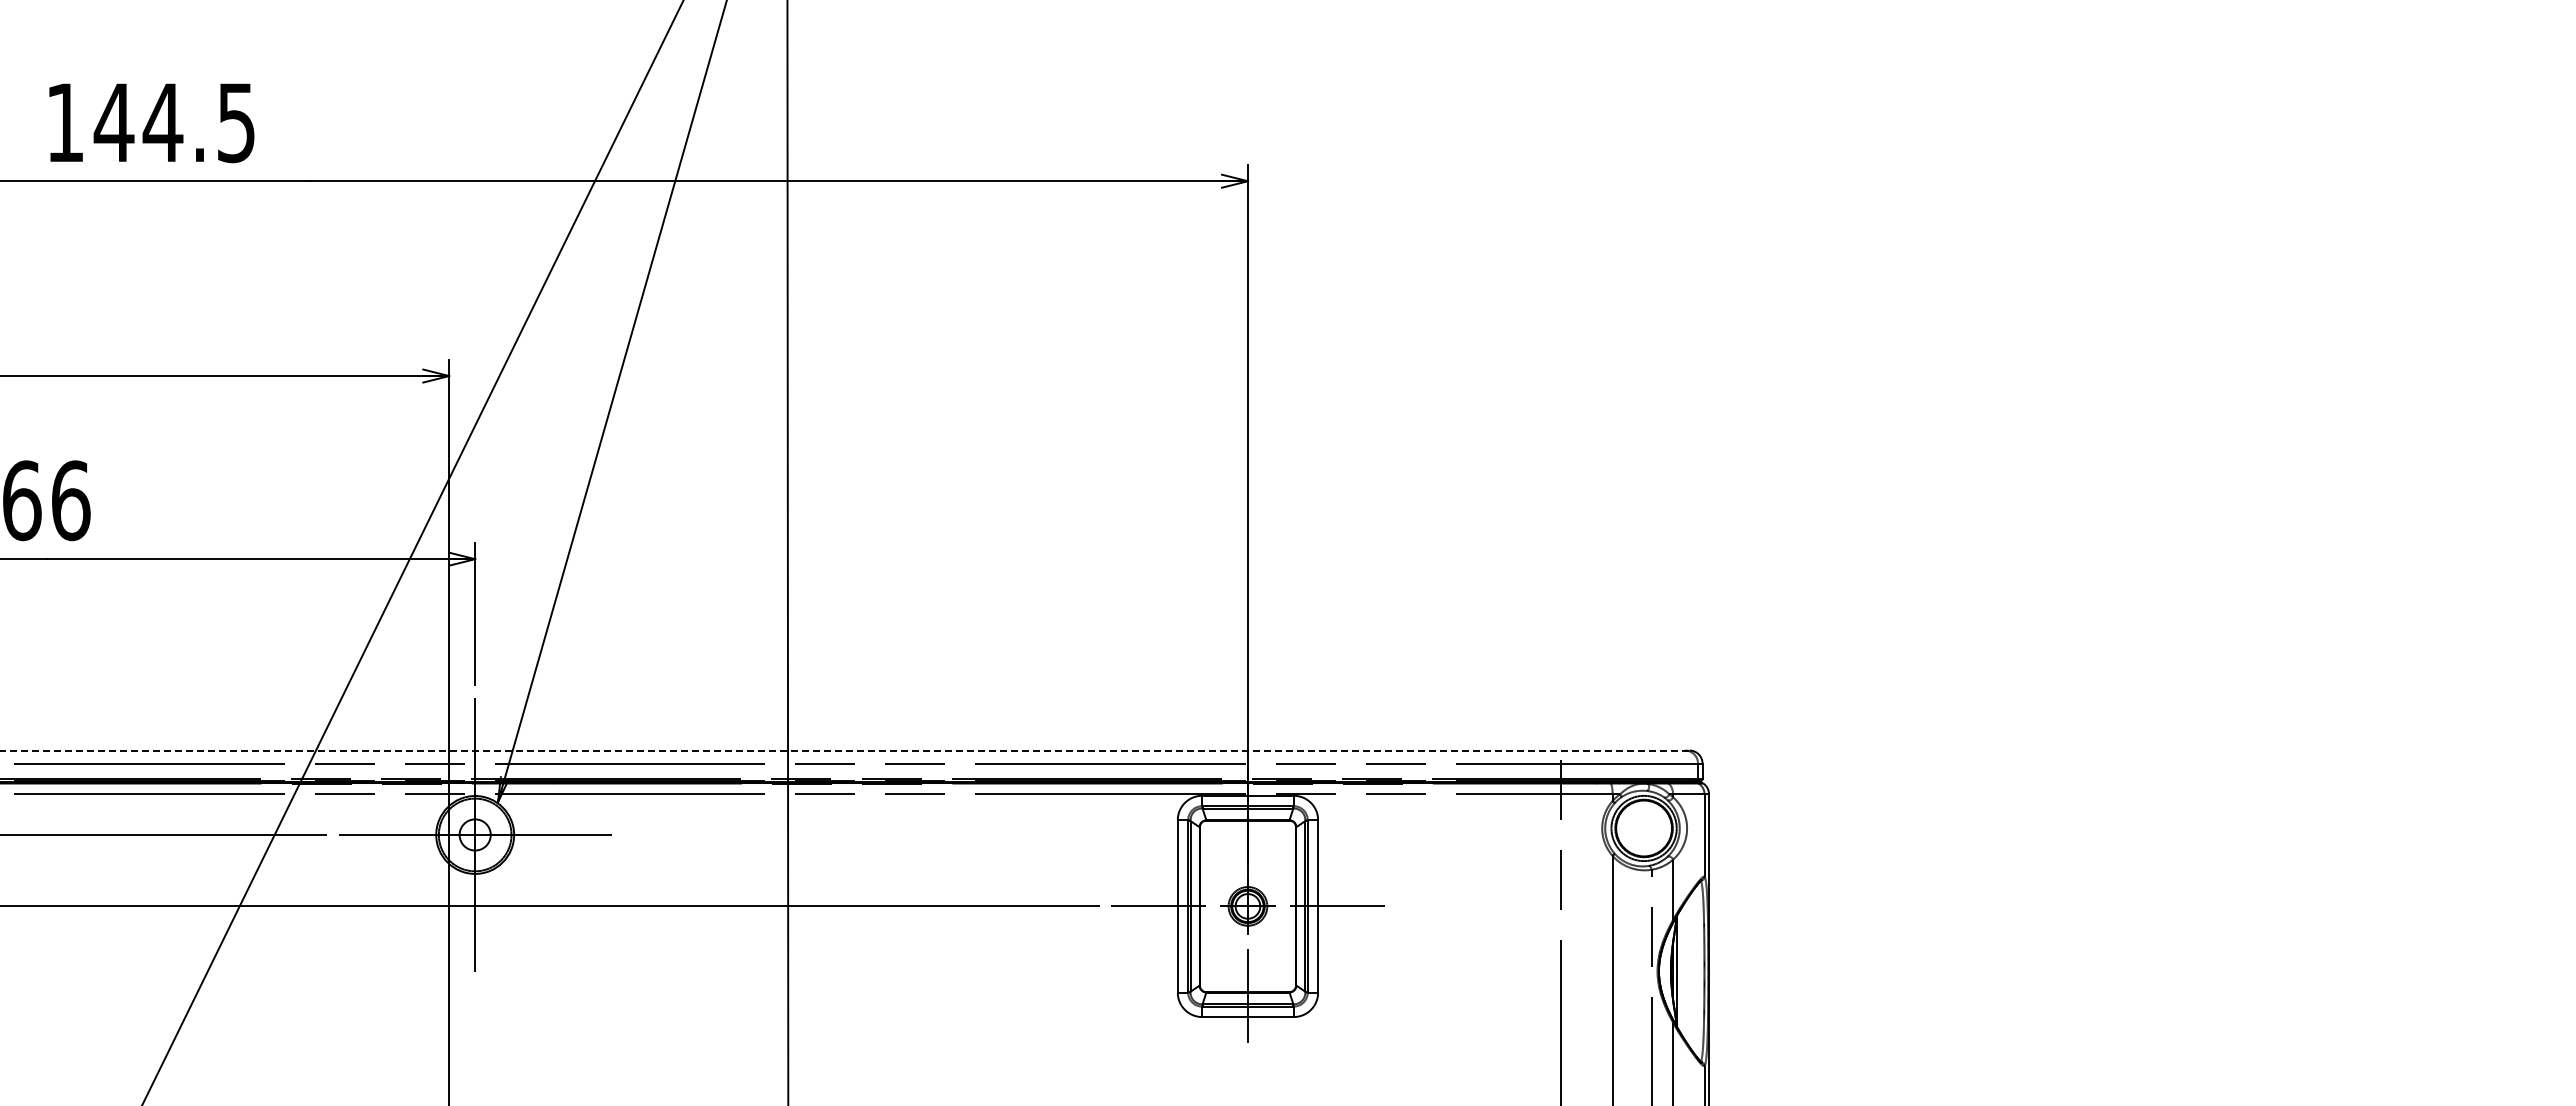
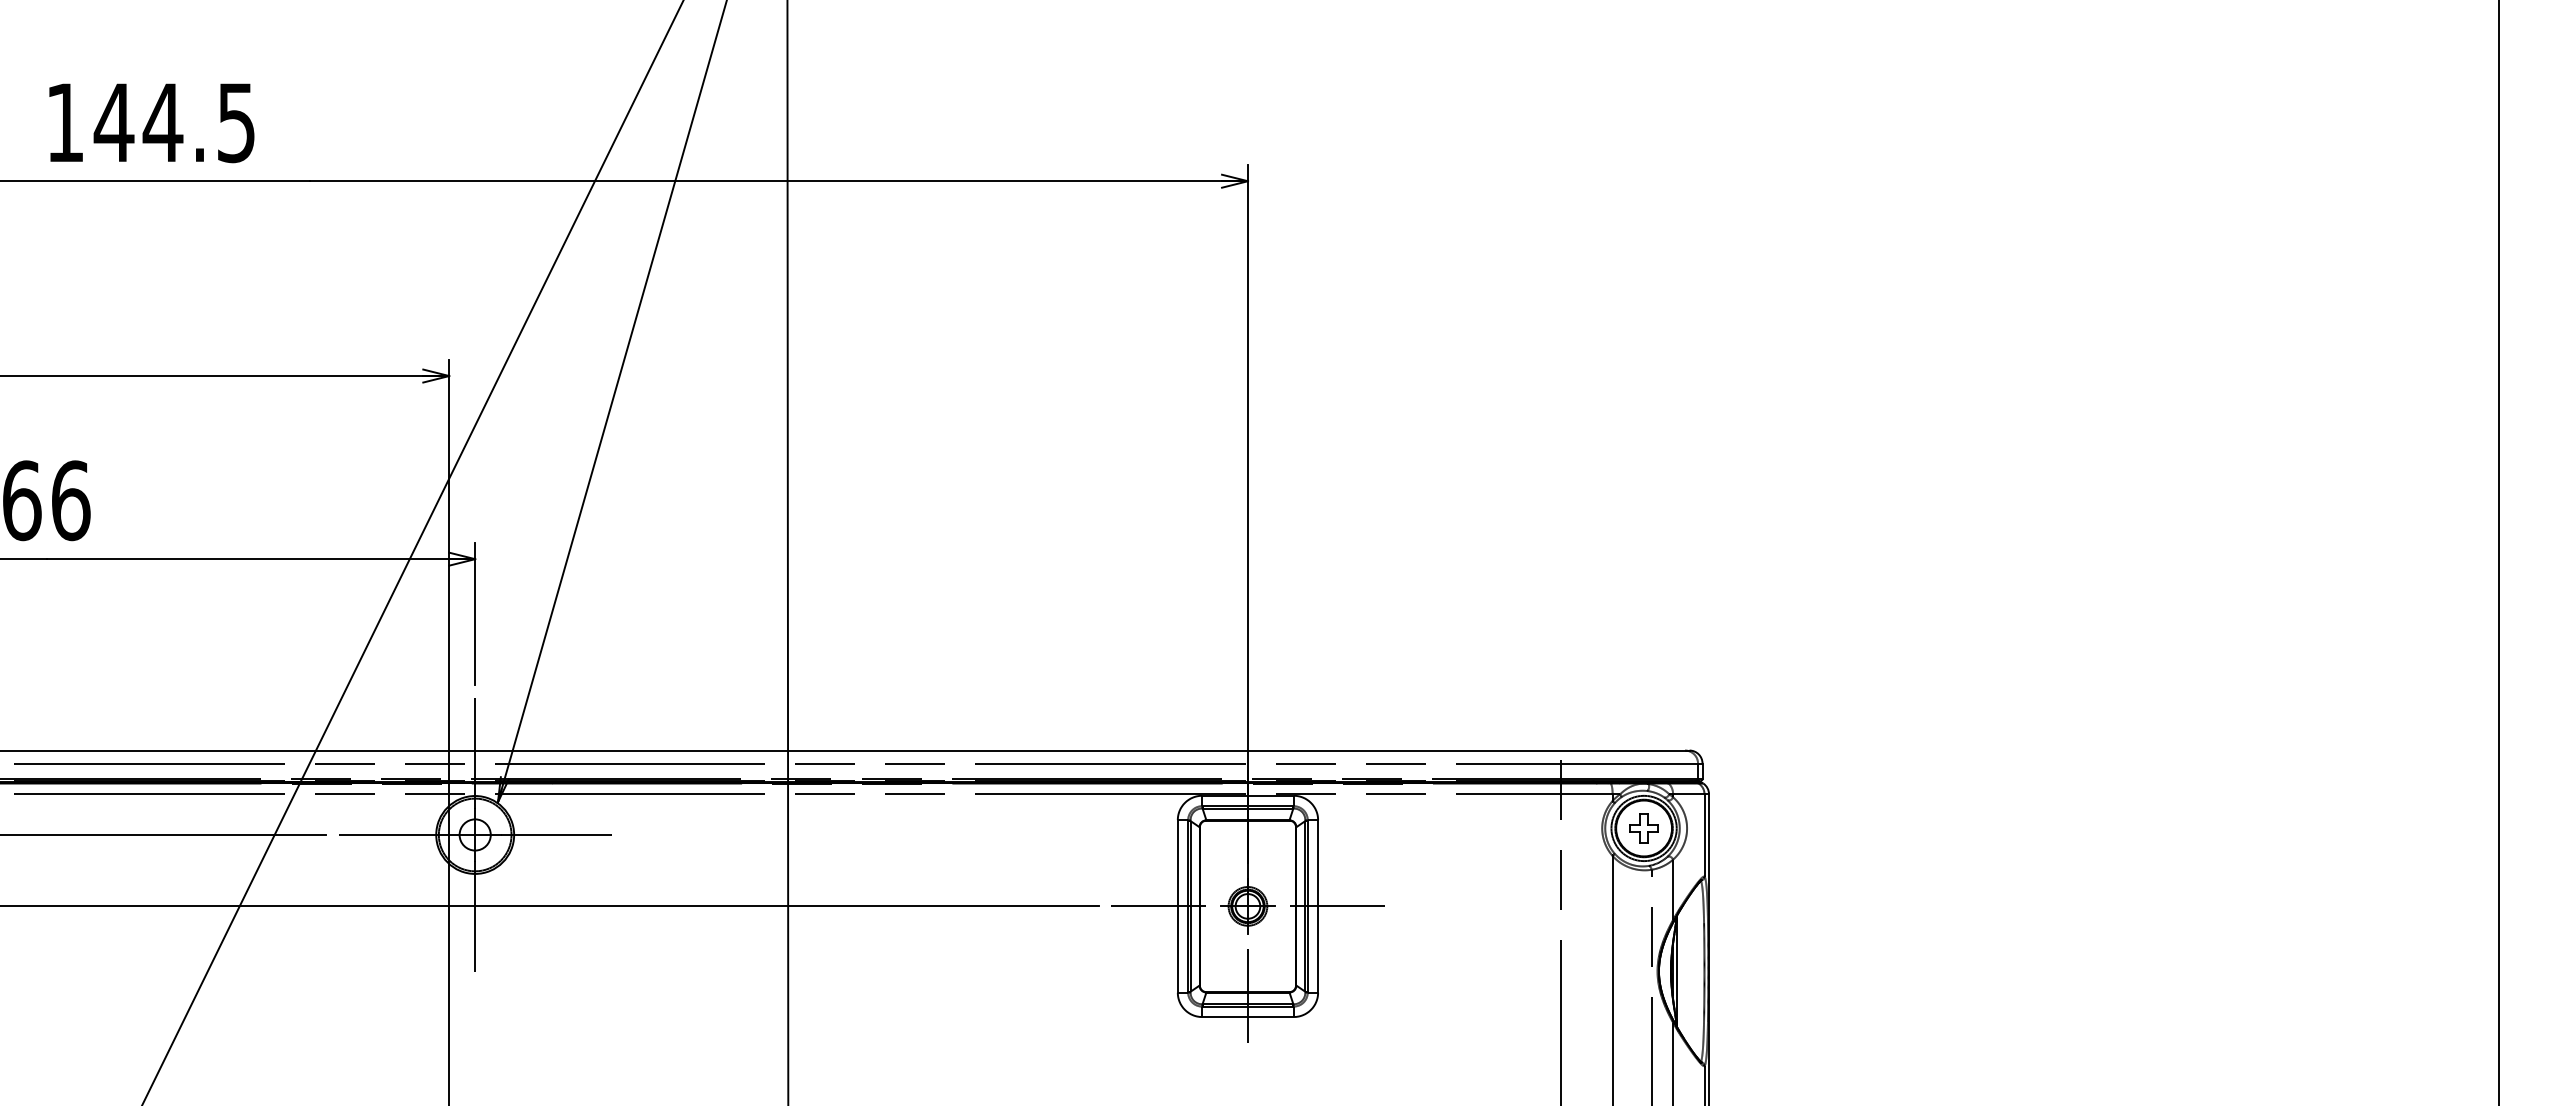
line at (2498, 552): none -> present
line at (845, 750): dashed -> solid
part at (1643, 828): none -> present
